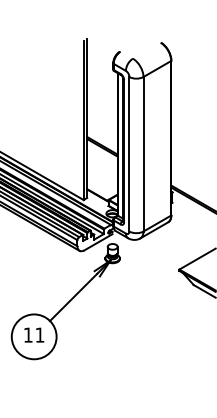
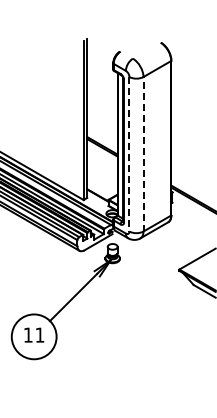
line at (143, 153): solid -> dashed
line at (129, 154): solid -> dashed
